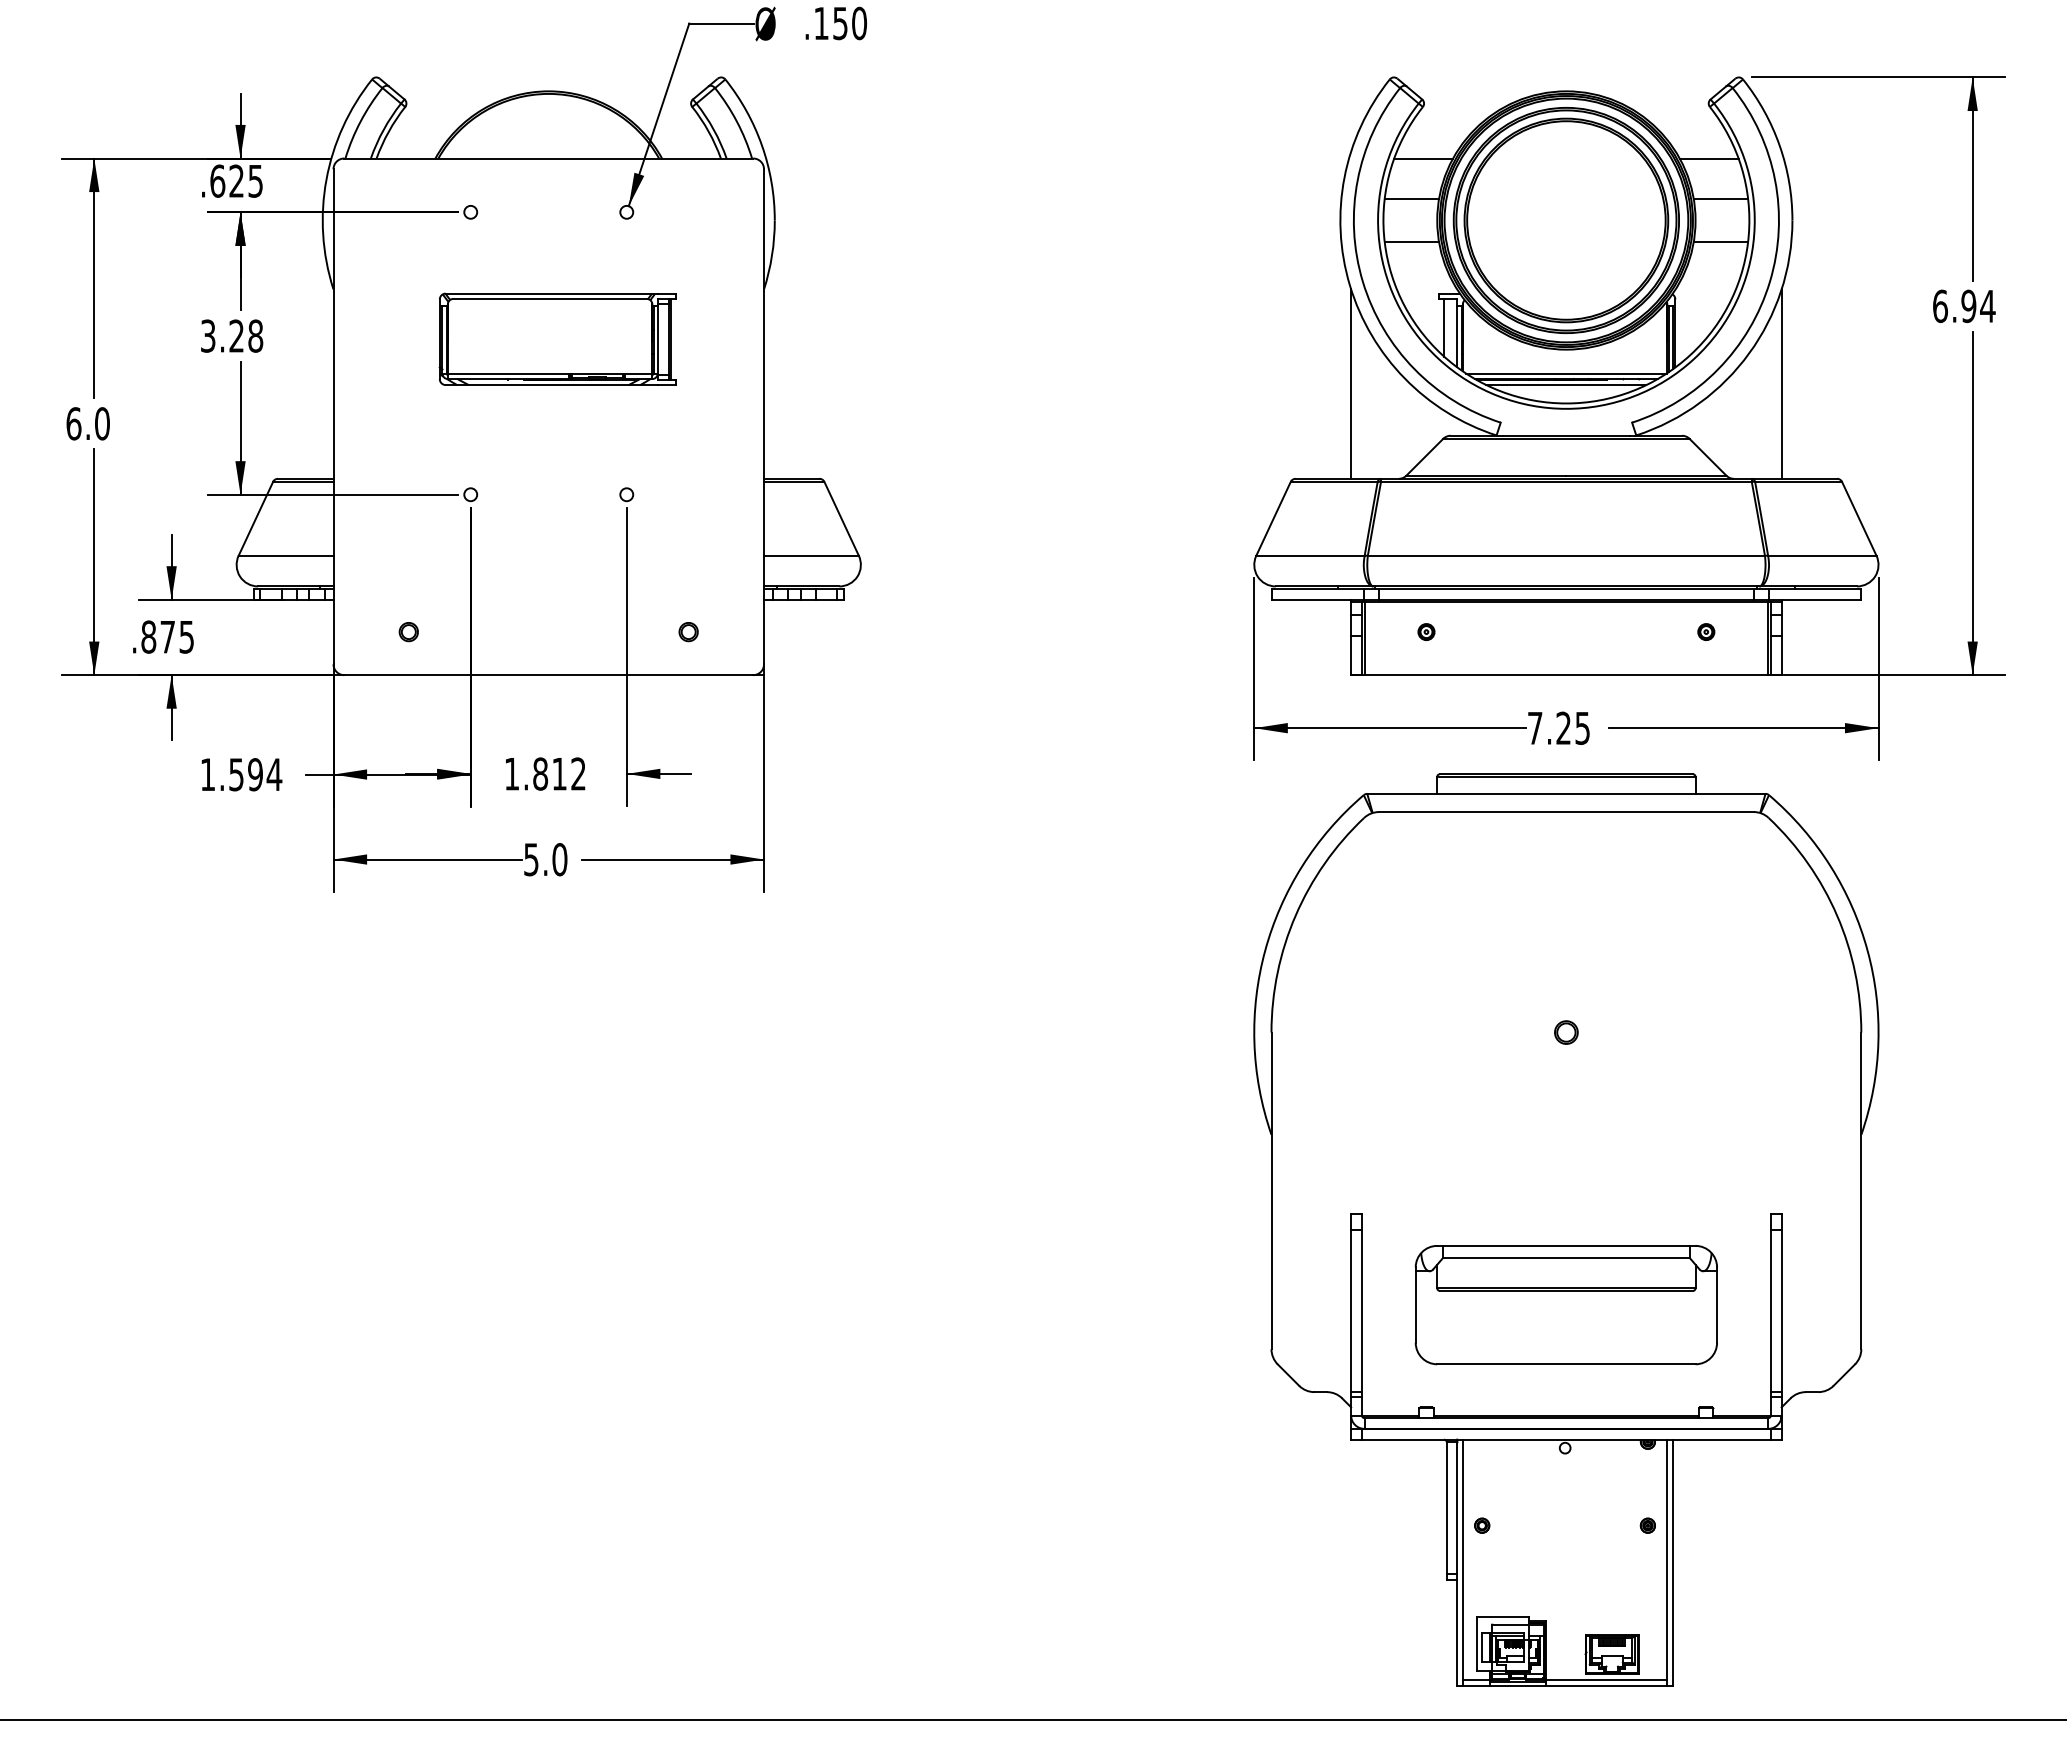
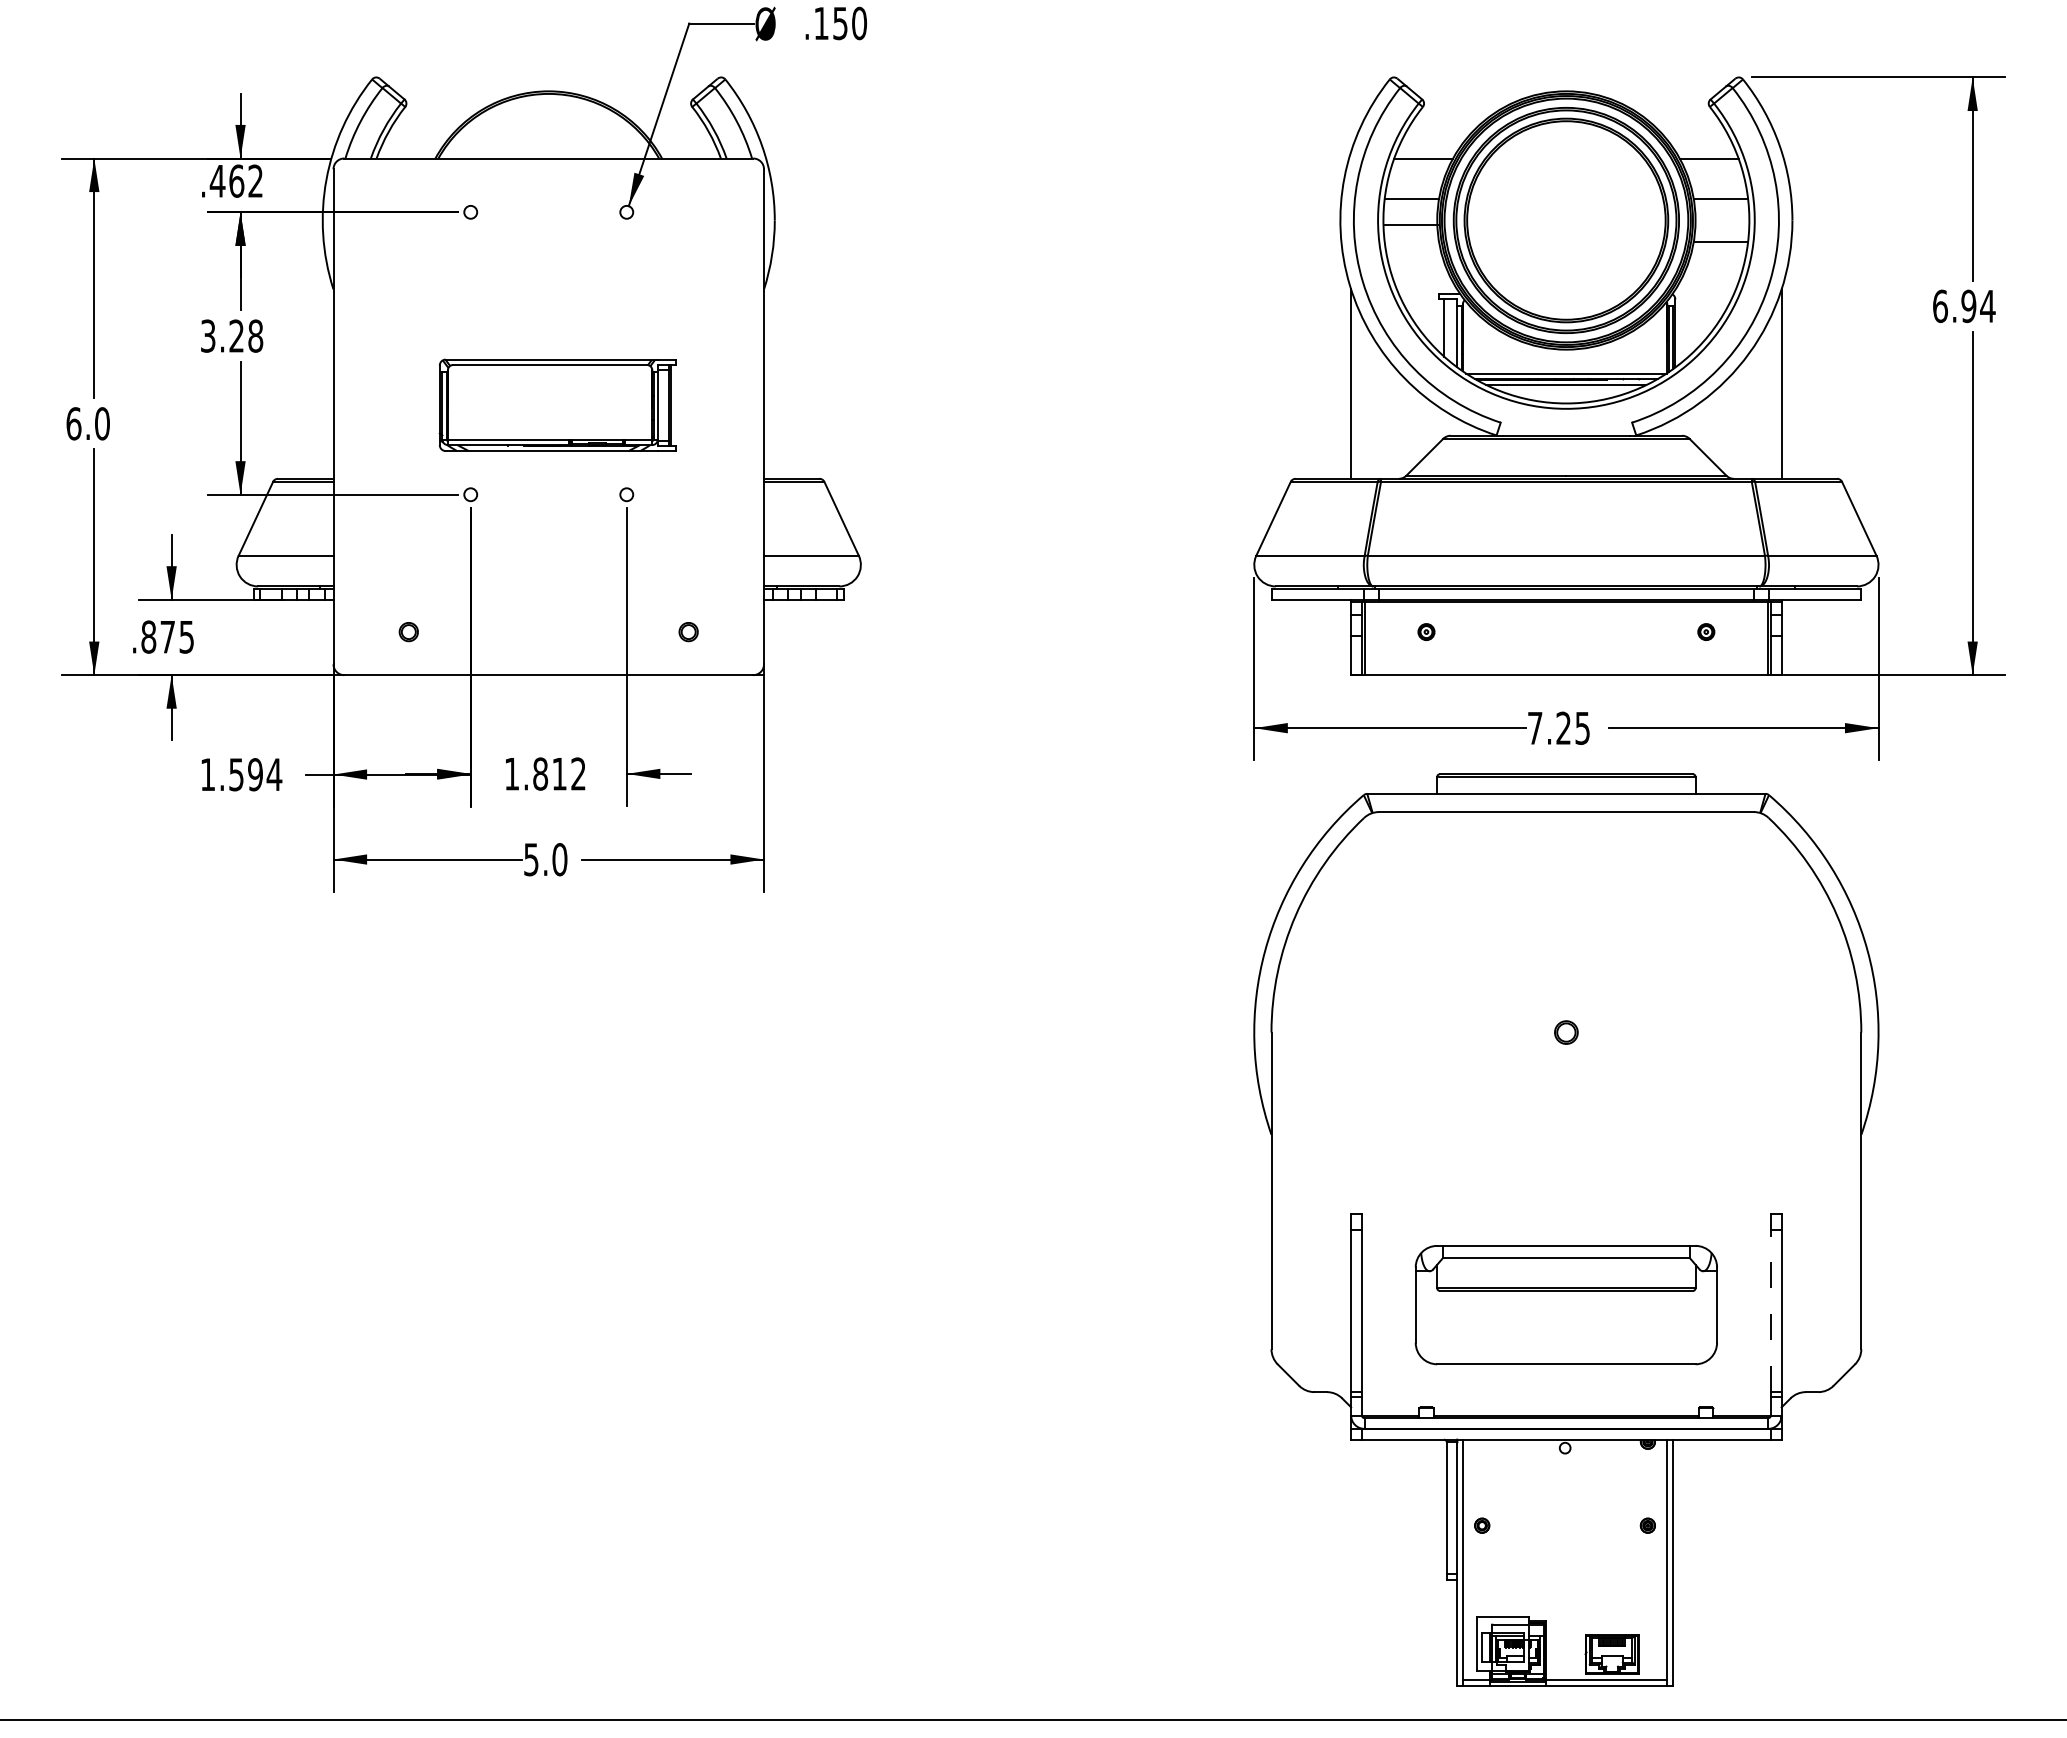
text at (235, 180): .625 -> .462
line at (1411, 242) position: (1411, 242) -> (1411, 225)
part at (557, 338) position: (557, 338) -> (557, 404)
line at (1770, 1310): solid -> dashed
